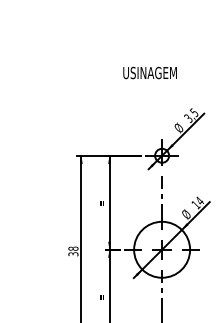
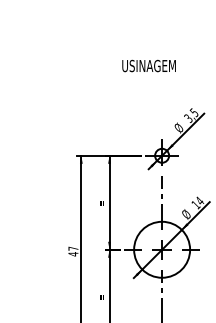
text at (149, 72) position: (149, 72) -> (148, 65)
text at (73, 251): 38 -> 47
